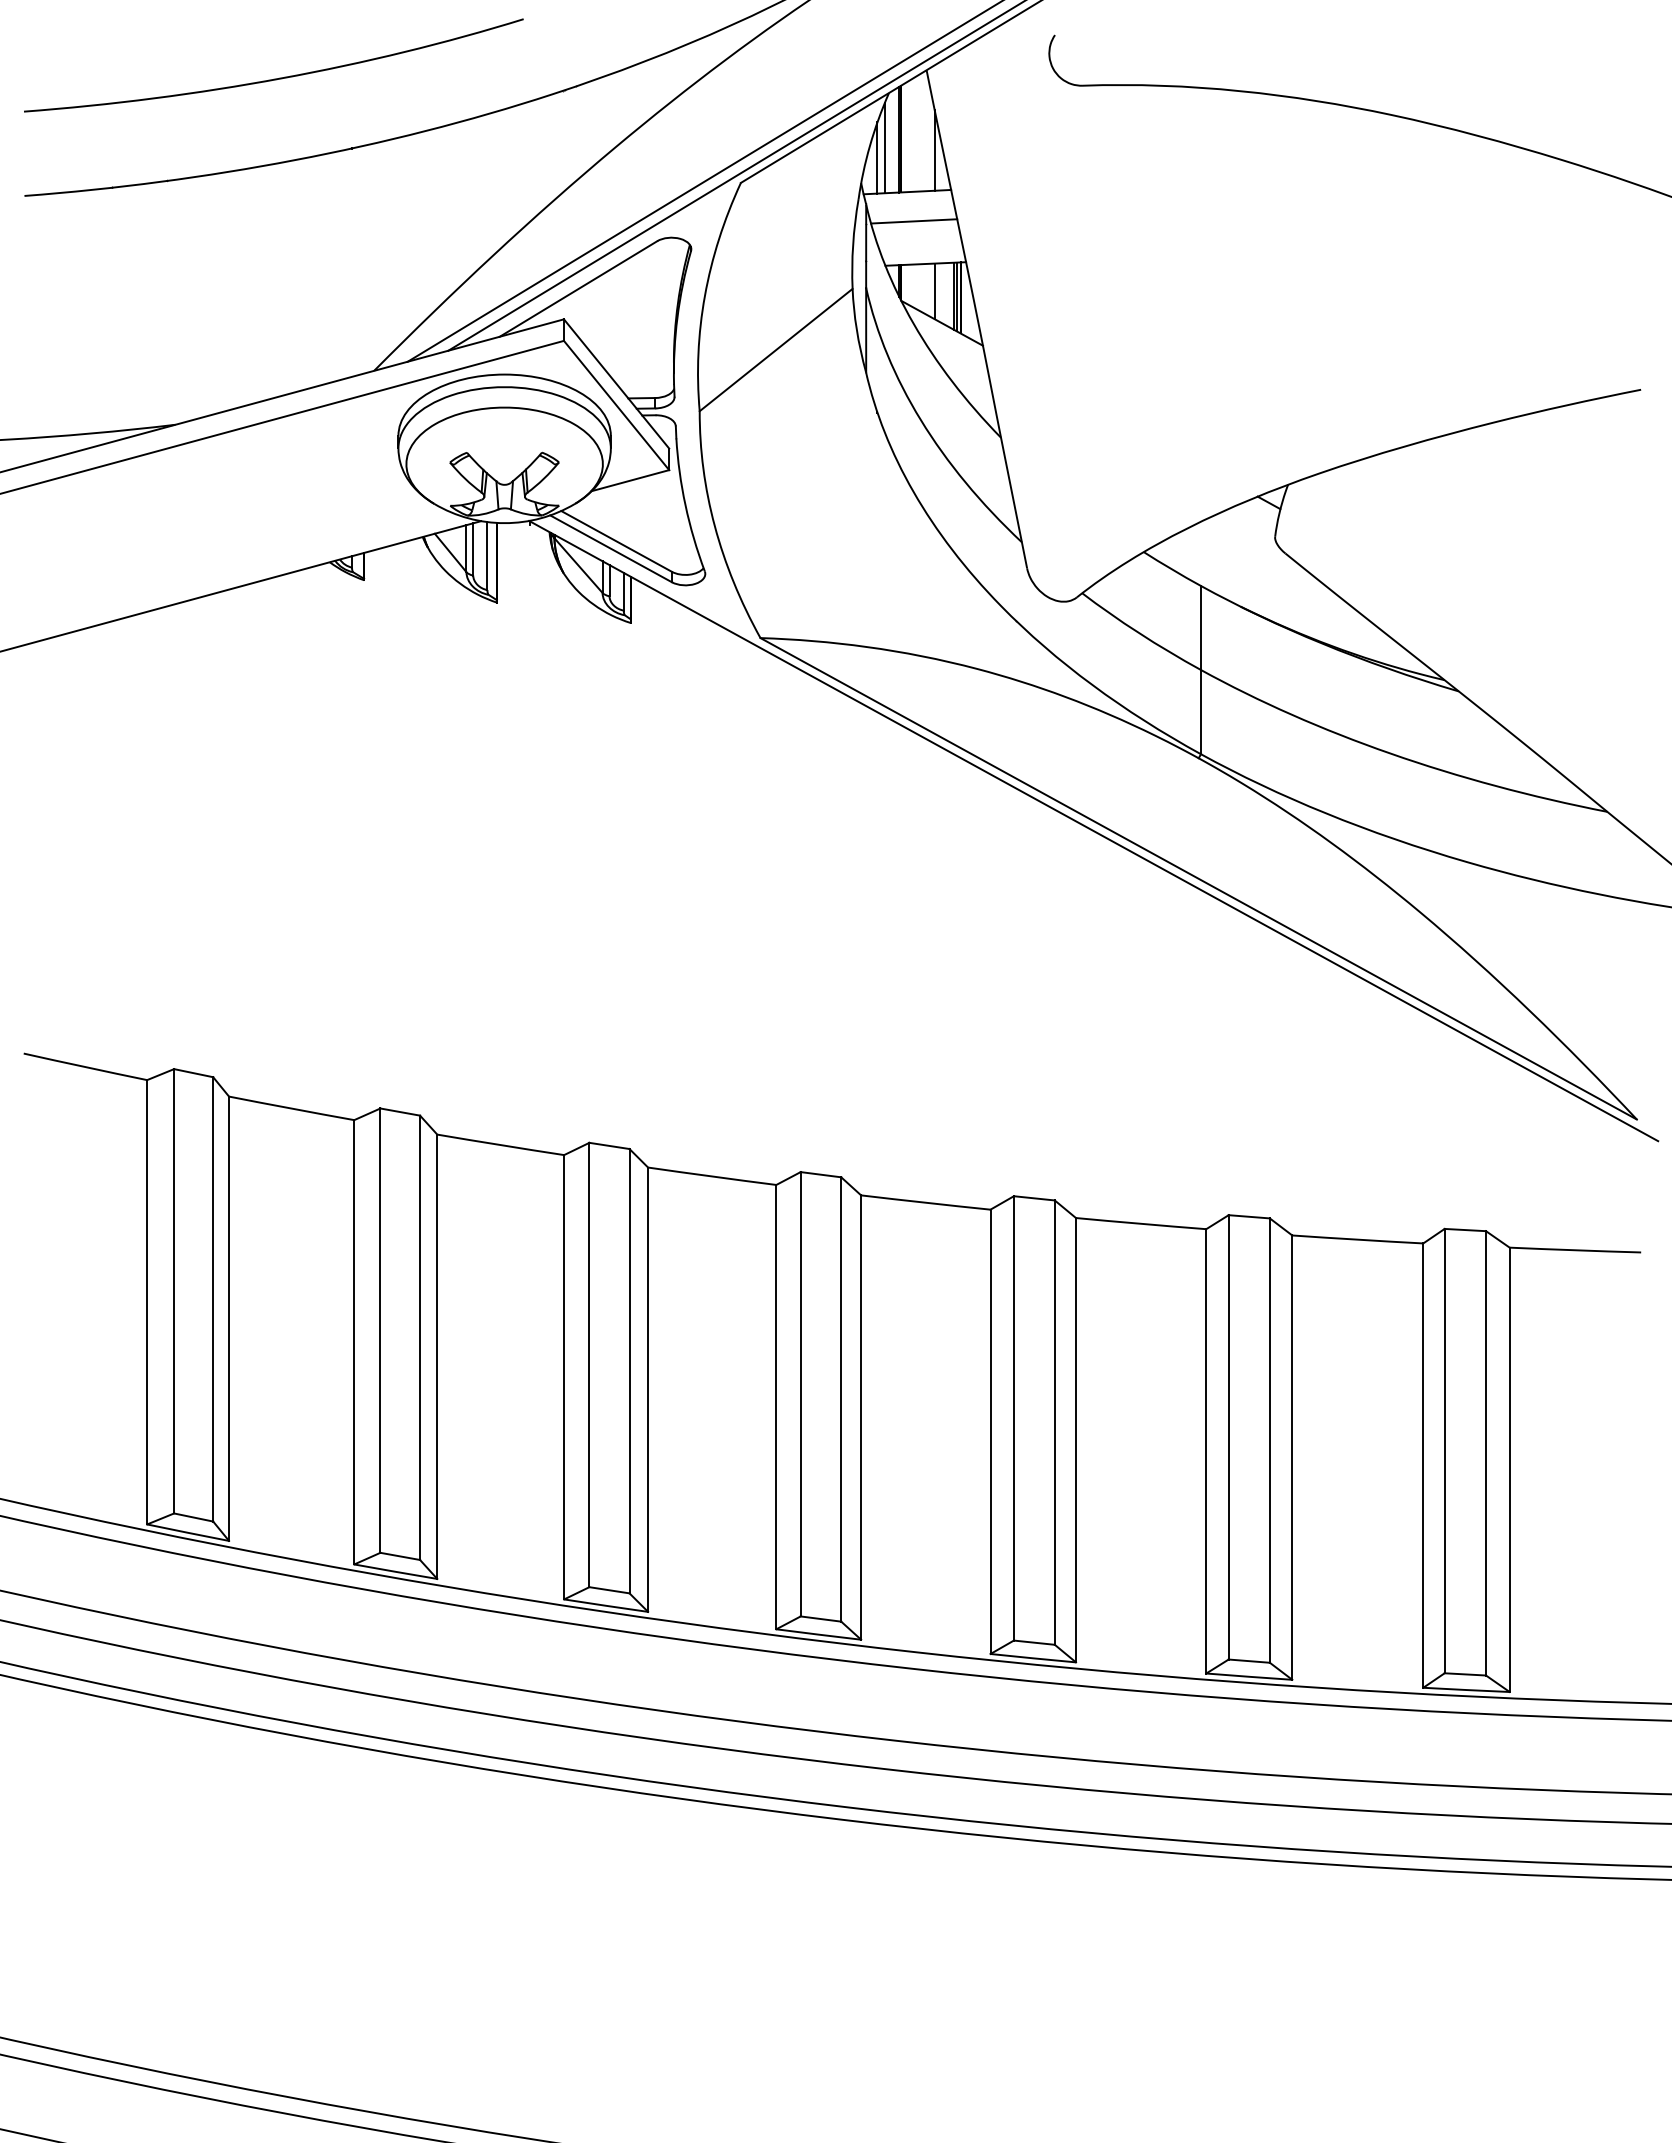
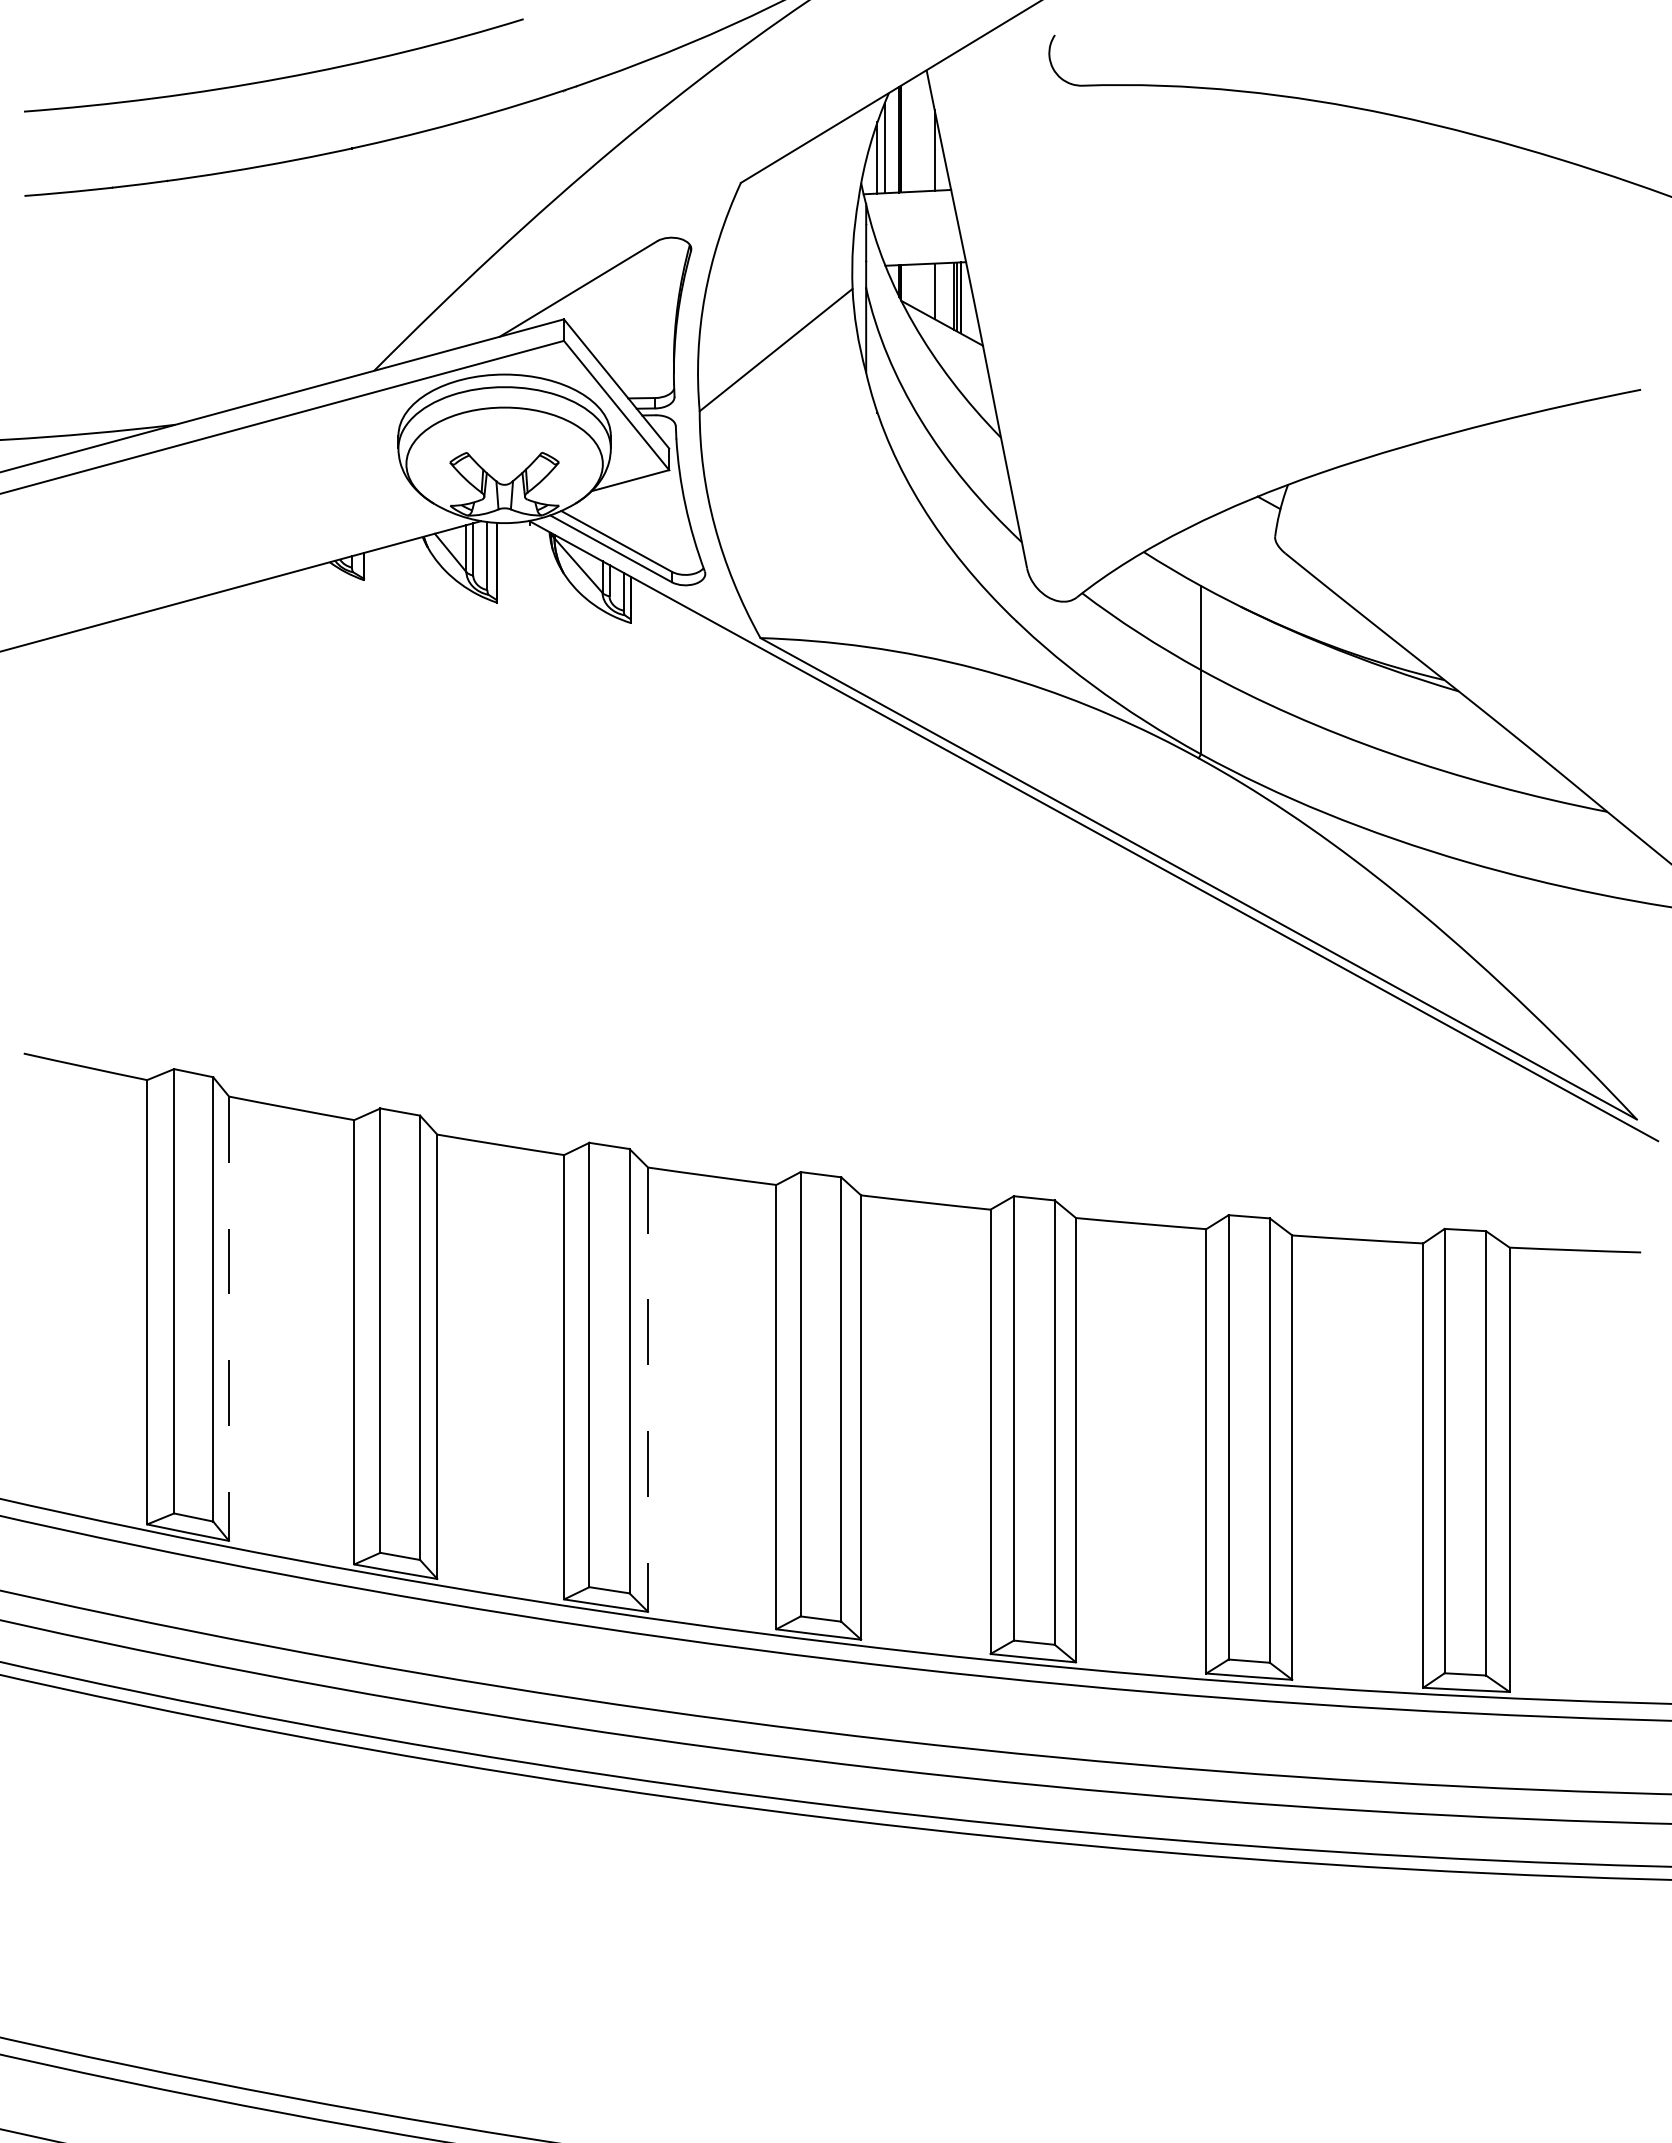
line at (735, 176): present -> none
line at (703, 181): present -> none
line at (914, 221): present -> none
line at (229, 1319): solid -> dashed
line at (648, 1390): solid -> dashed
